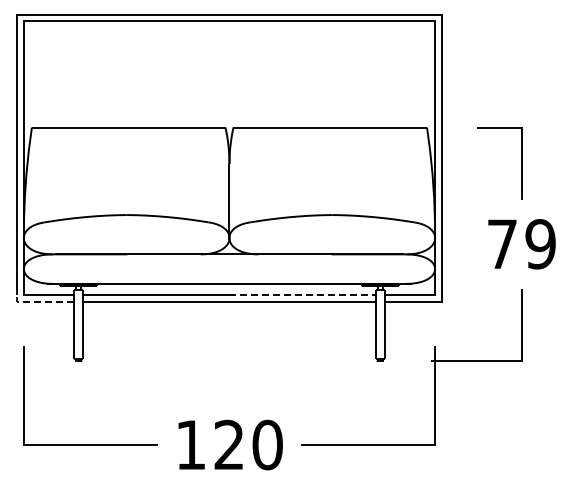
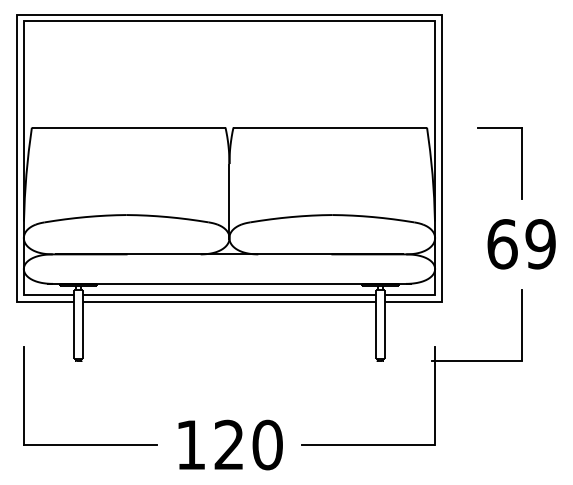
text at (502, 244): 79 -> 69
line at (302, 295): dashed -> solid
line at (41, 302): dashed -> solid
